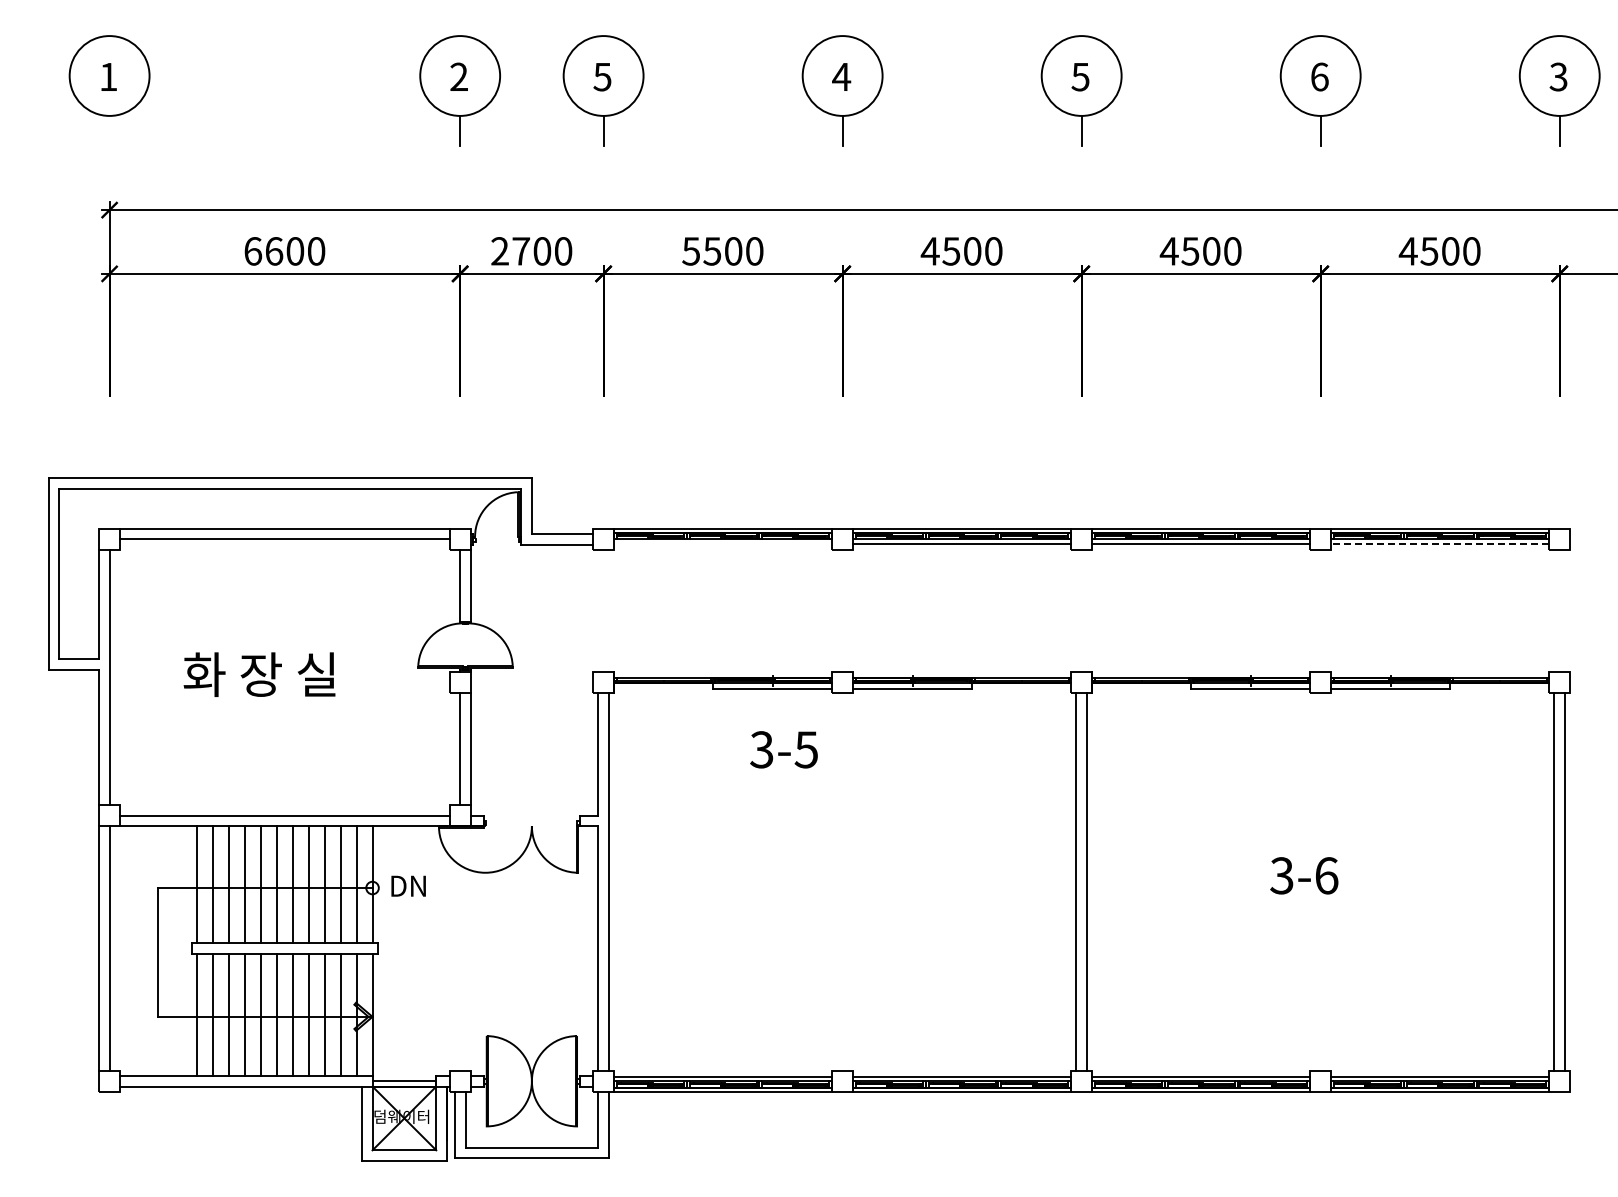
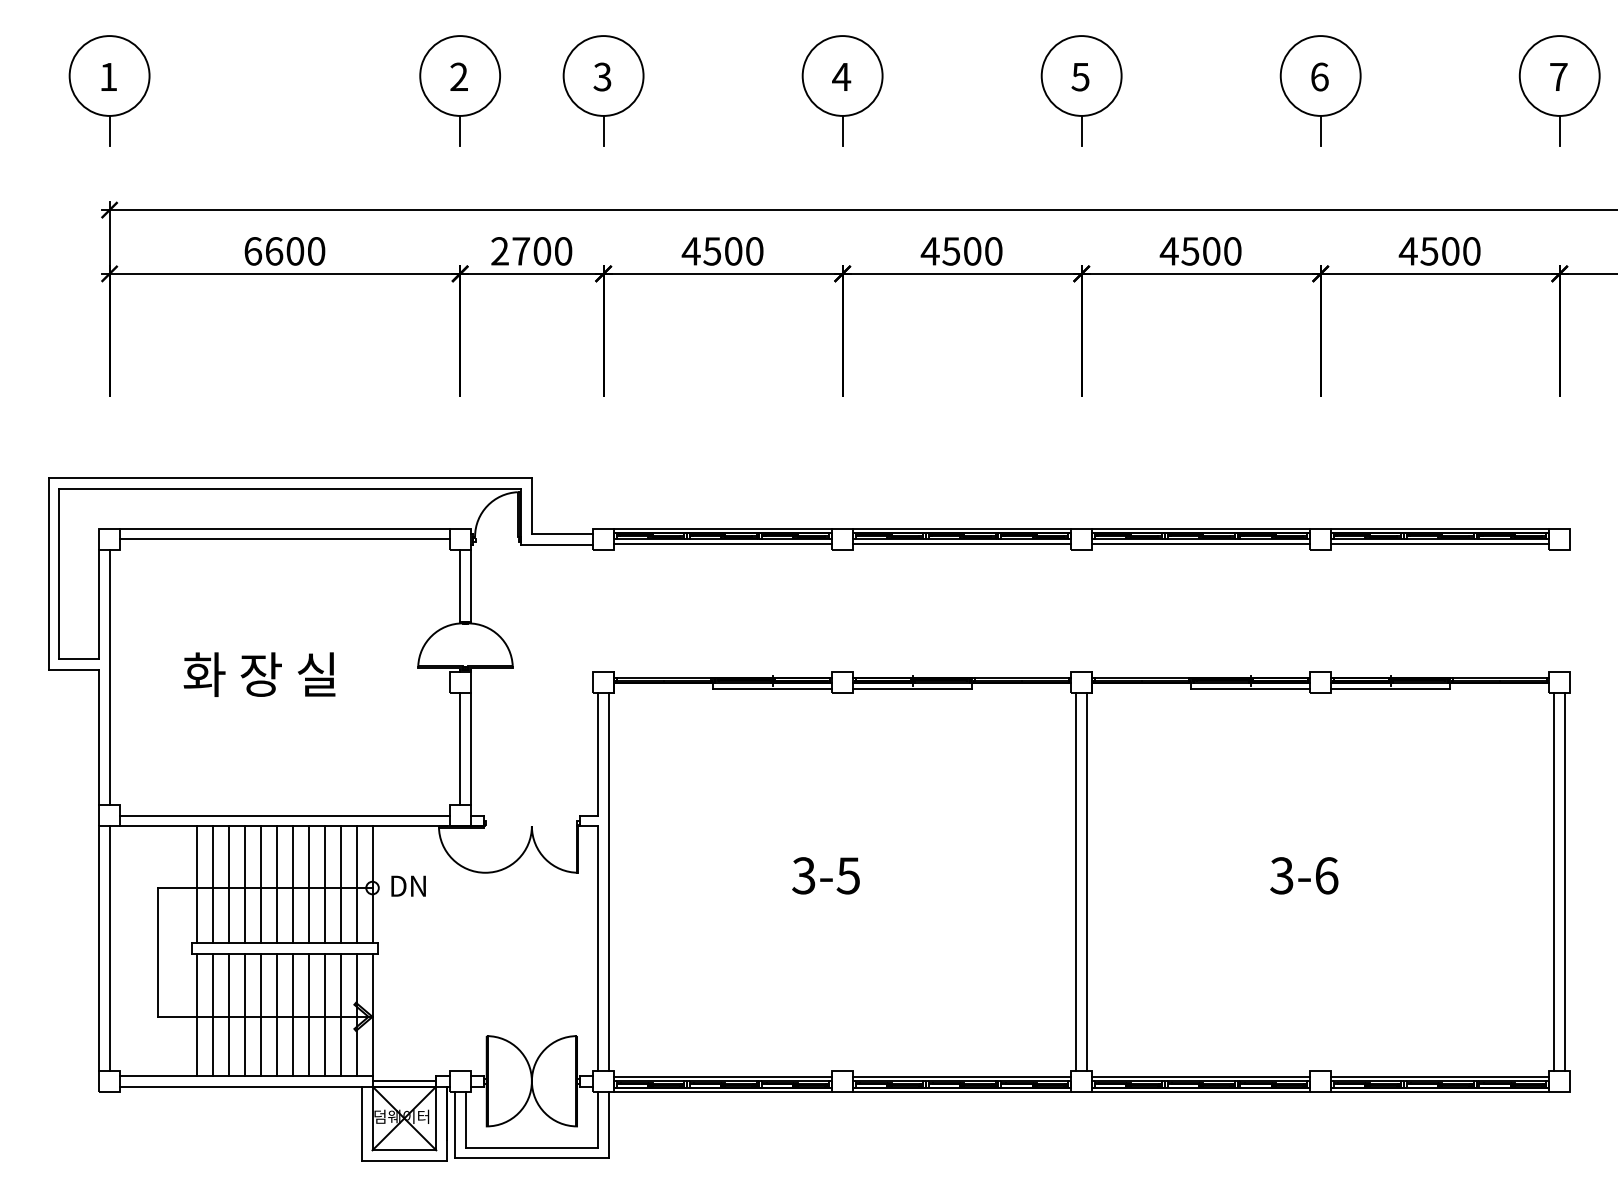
text at (602, 76): 5 -> 3
text at (1558, 76): 3 -> 7
line at (109, 130): none -> present
text at (690, 251): 5500 -> 4500
line at (723, 543): none -> present
line at (1440, 543): dashed -> solid
text at (783, 749) position: (783, 749) -> (825, 875)
